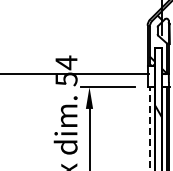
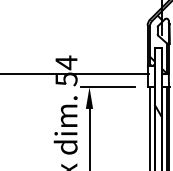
line at (149, 128): dashed -> solid
